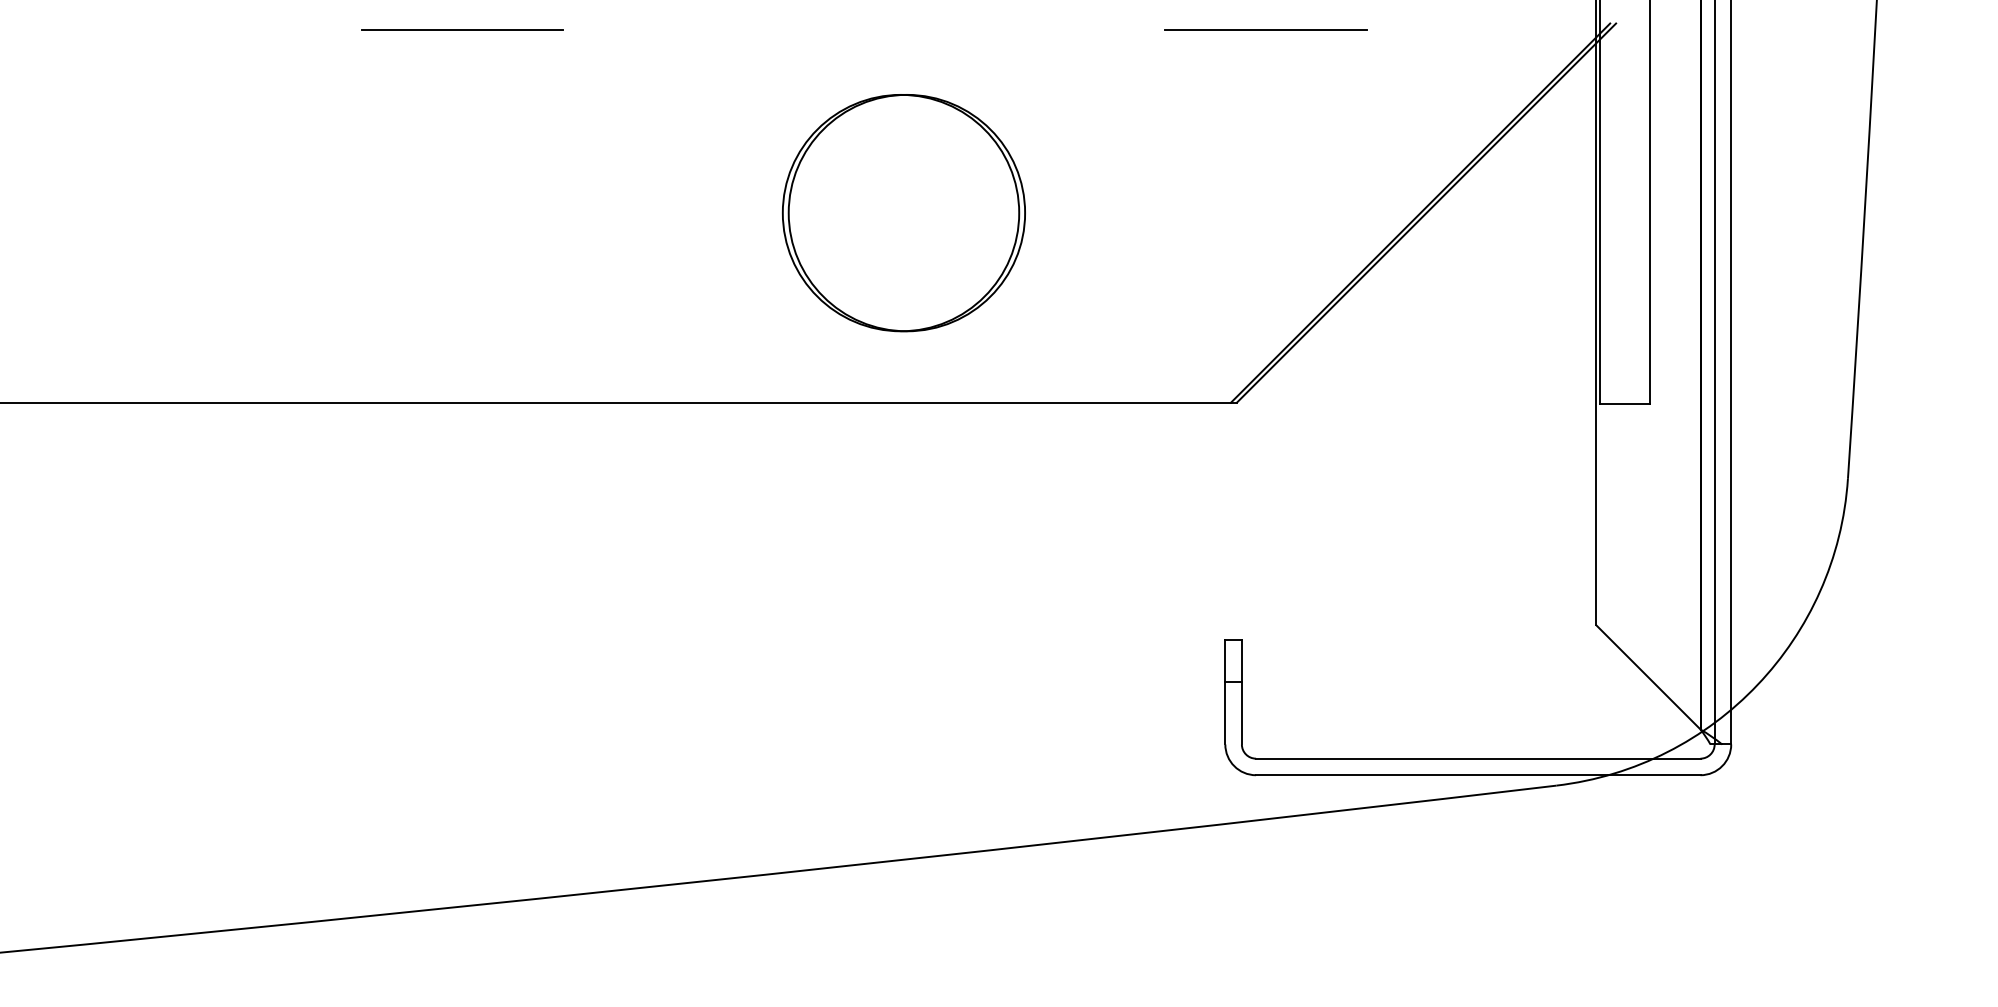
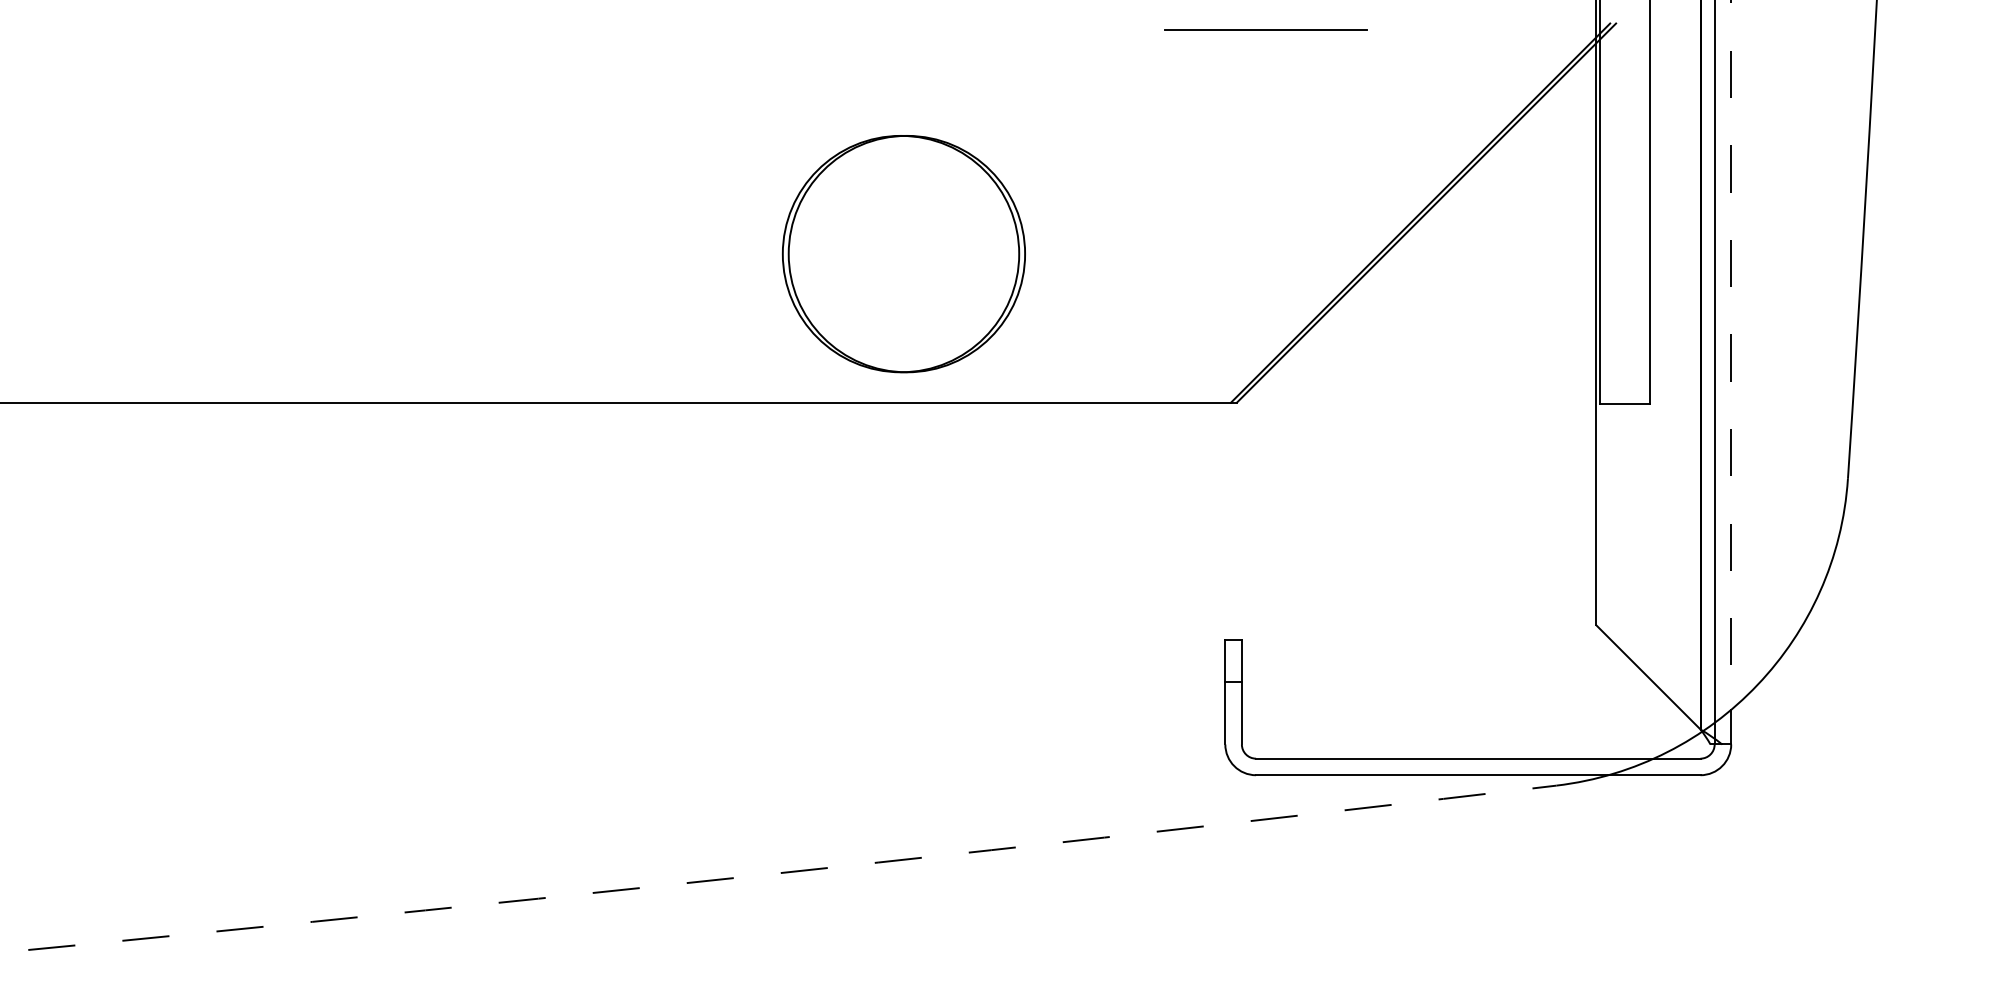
line at (462, 30): present -> none
part at (903, 213) position: (903, 213) -> (903, 254)
line at (1731, 355): solid -> dashed
arc at (778, 873): solid -> dashed
